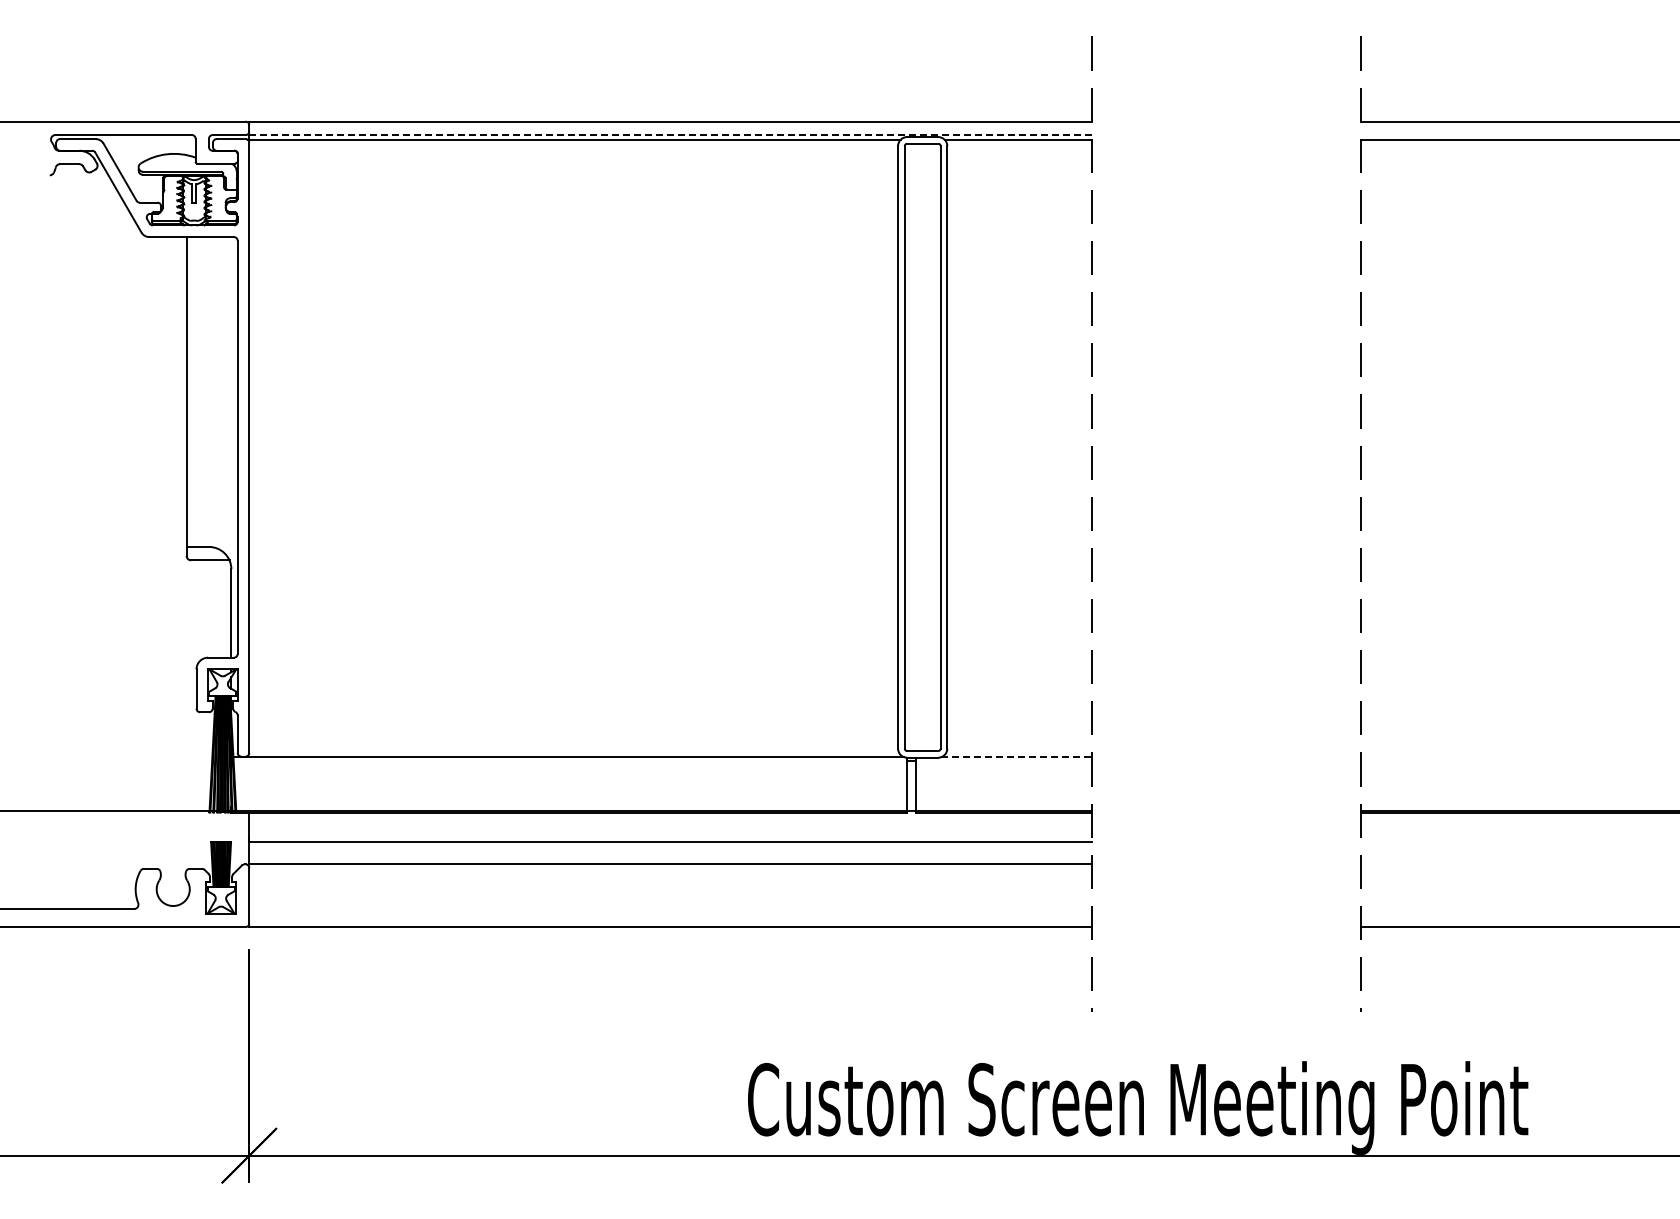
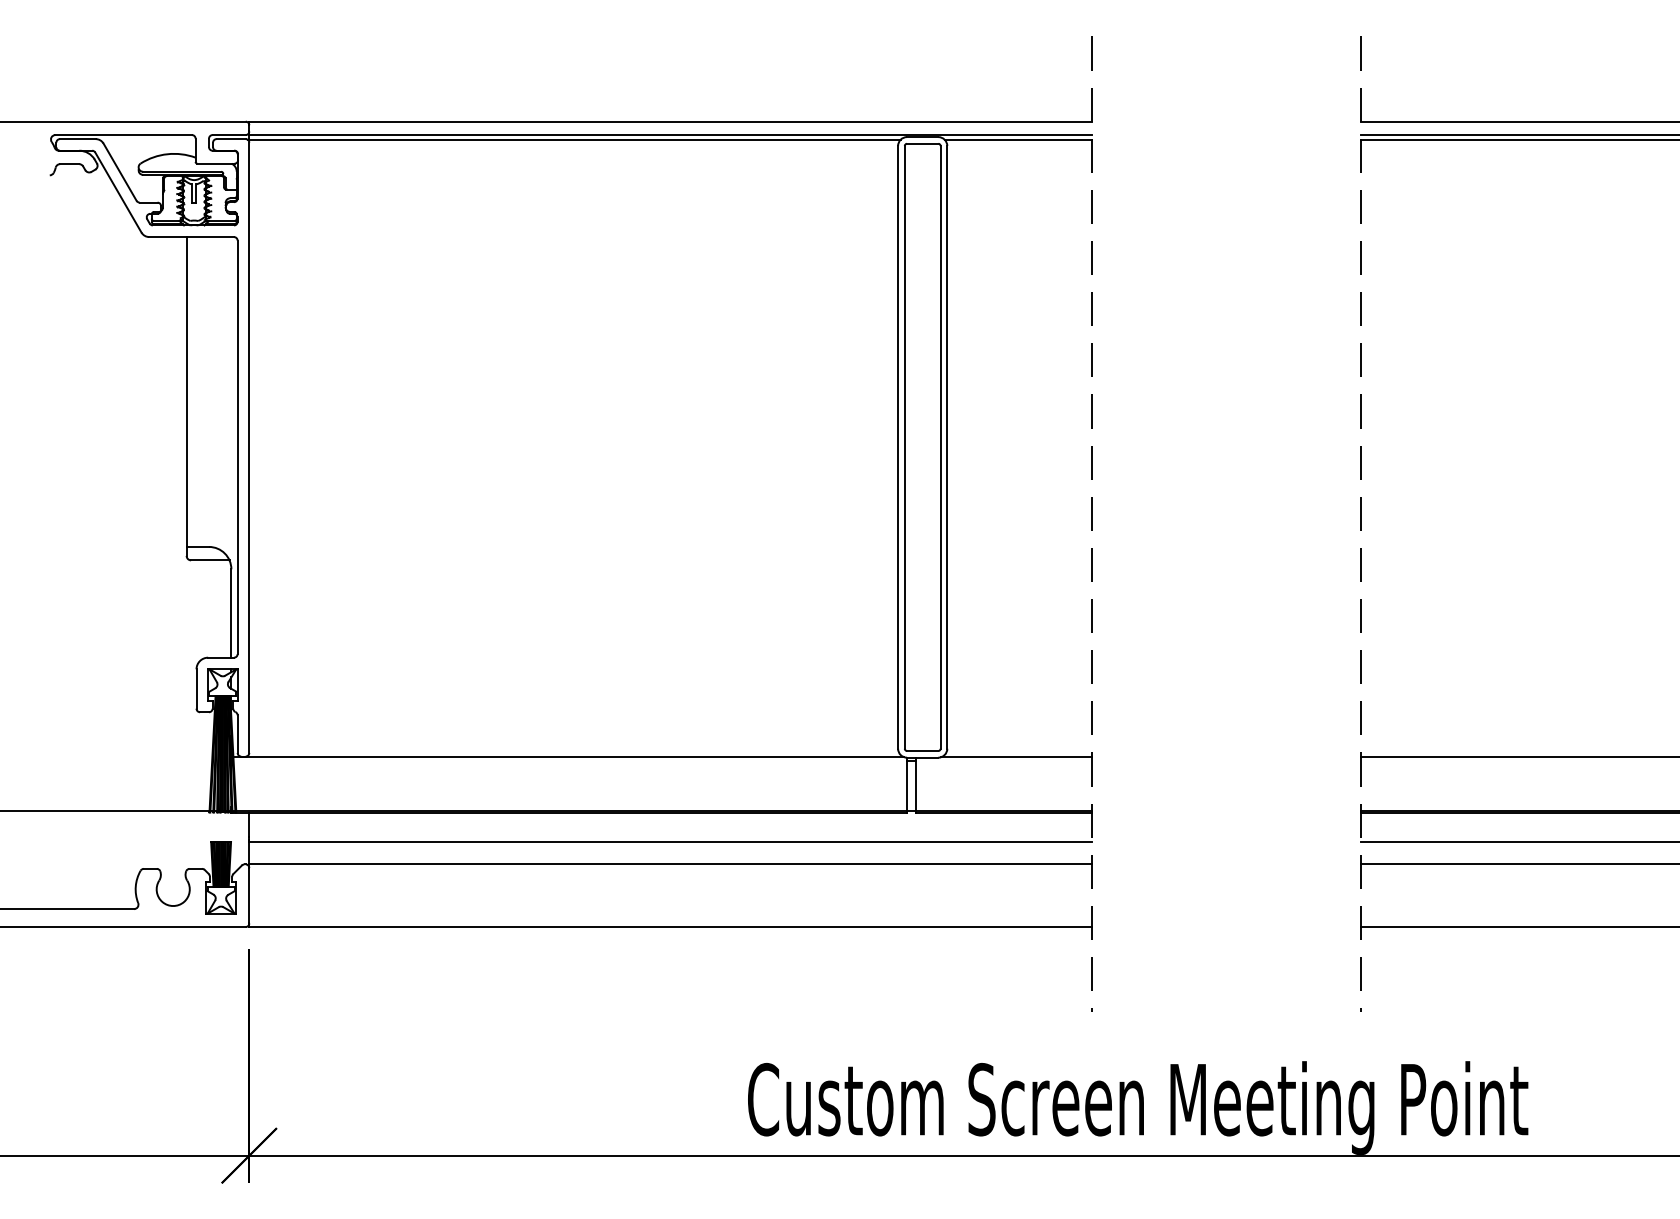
line at (670, 135): dashed -> solid
line at (1518, 135): none -> present
line at (1016, 757): dashed -> solid
line at (1518, 757): none -> present
line at (1518, 842): none -> present
line at (1518, 864): none -> present
